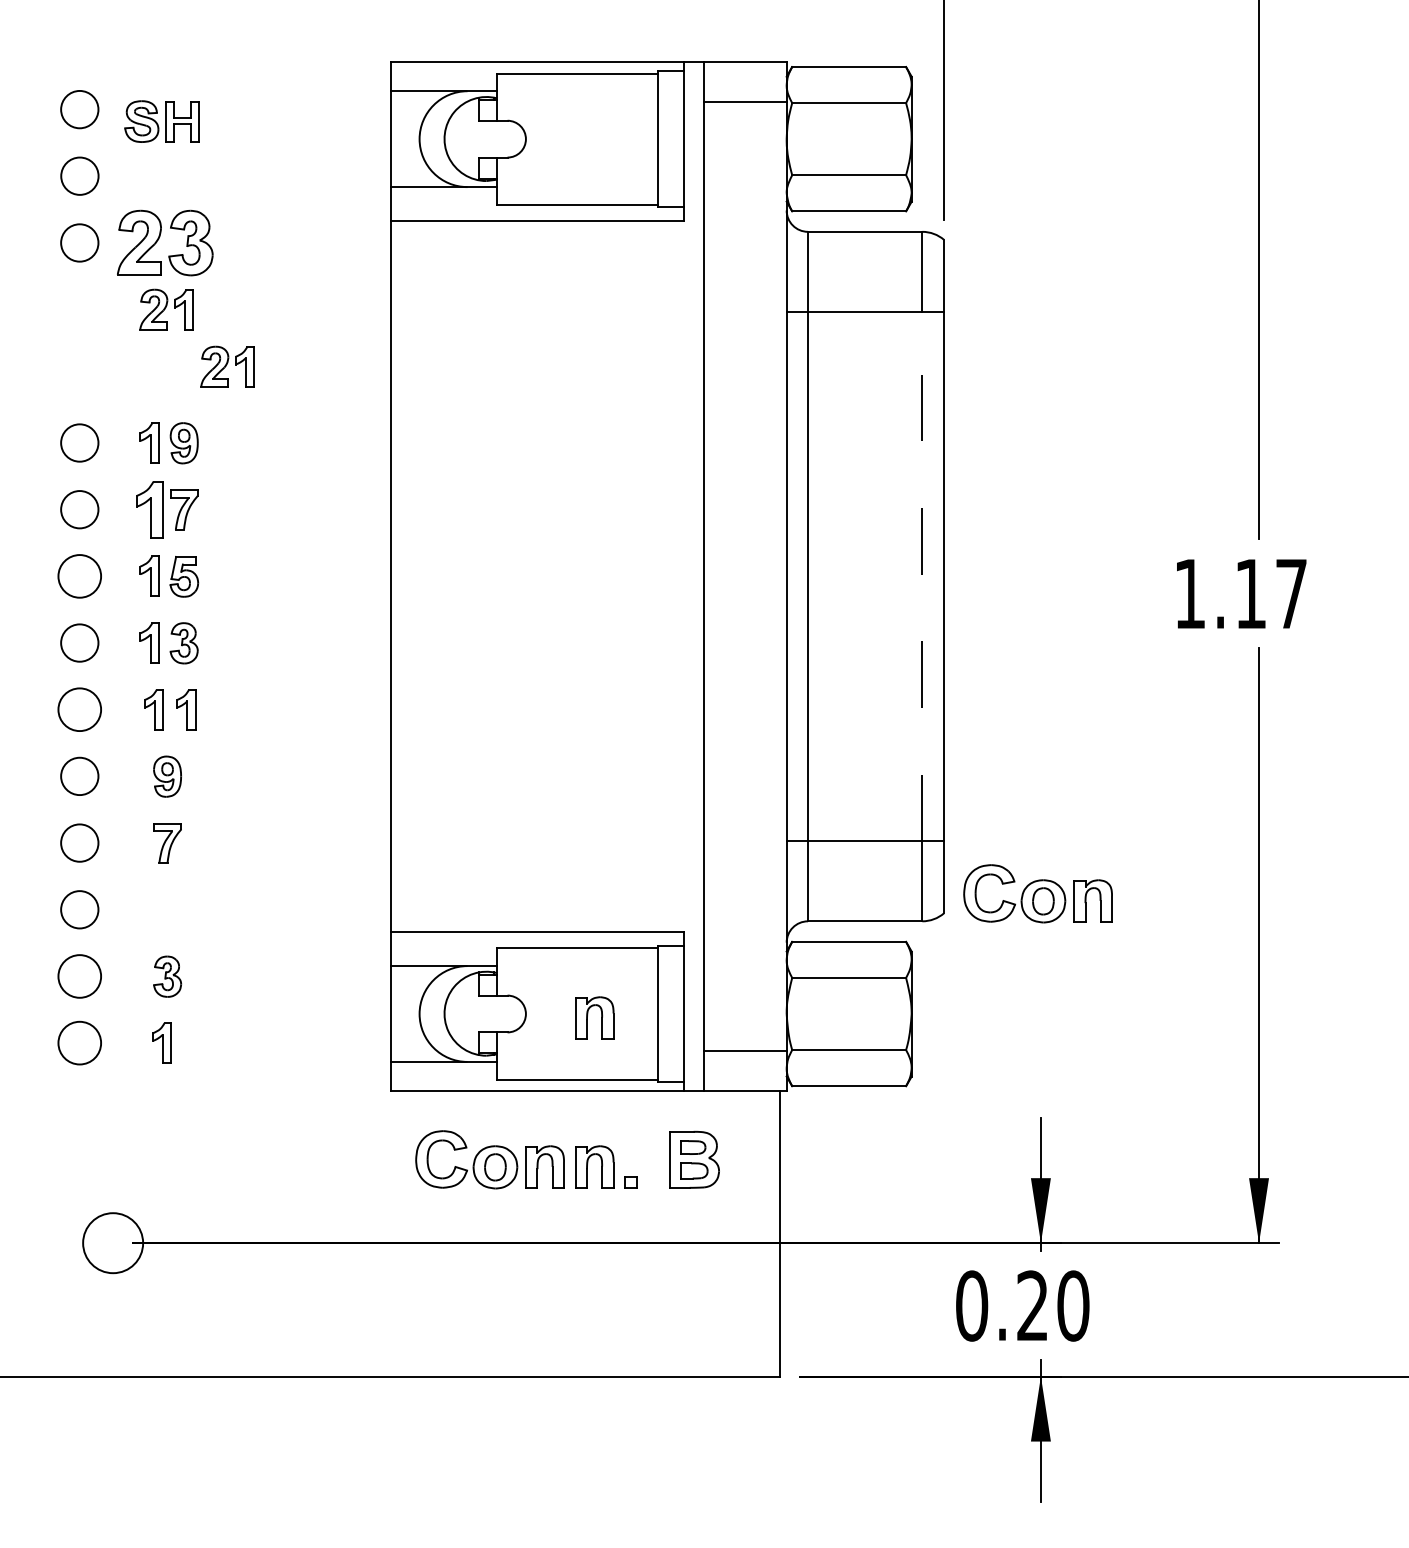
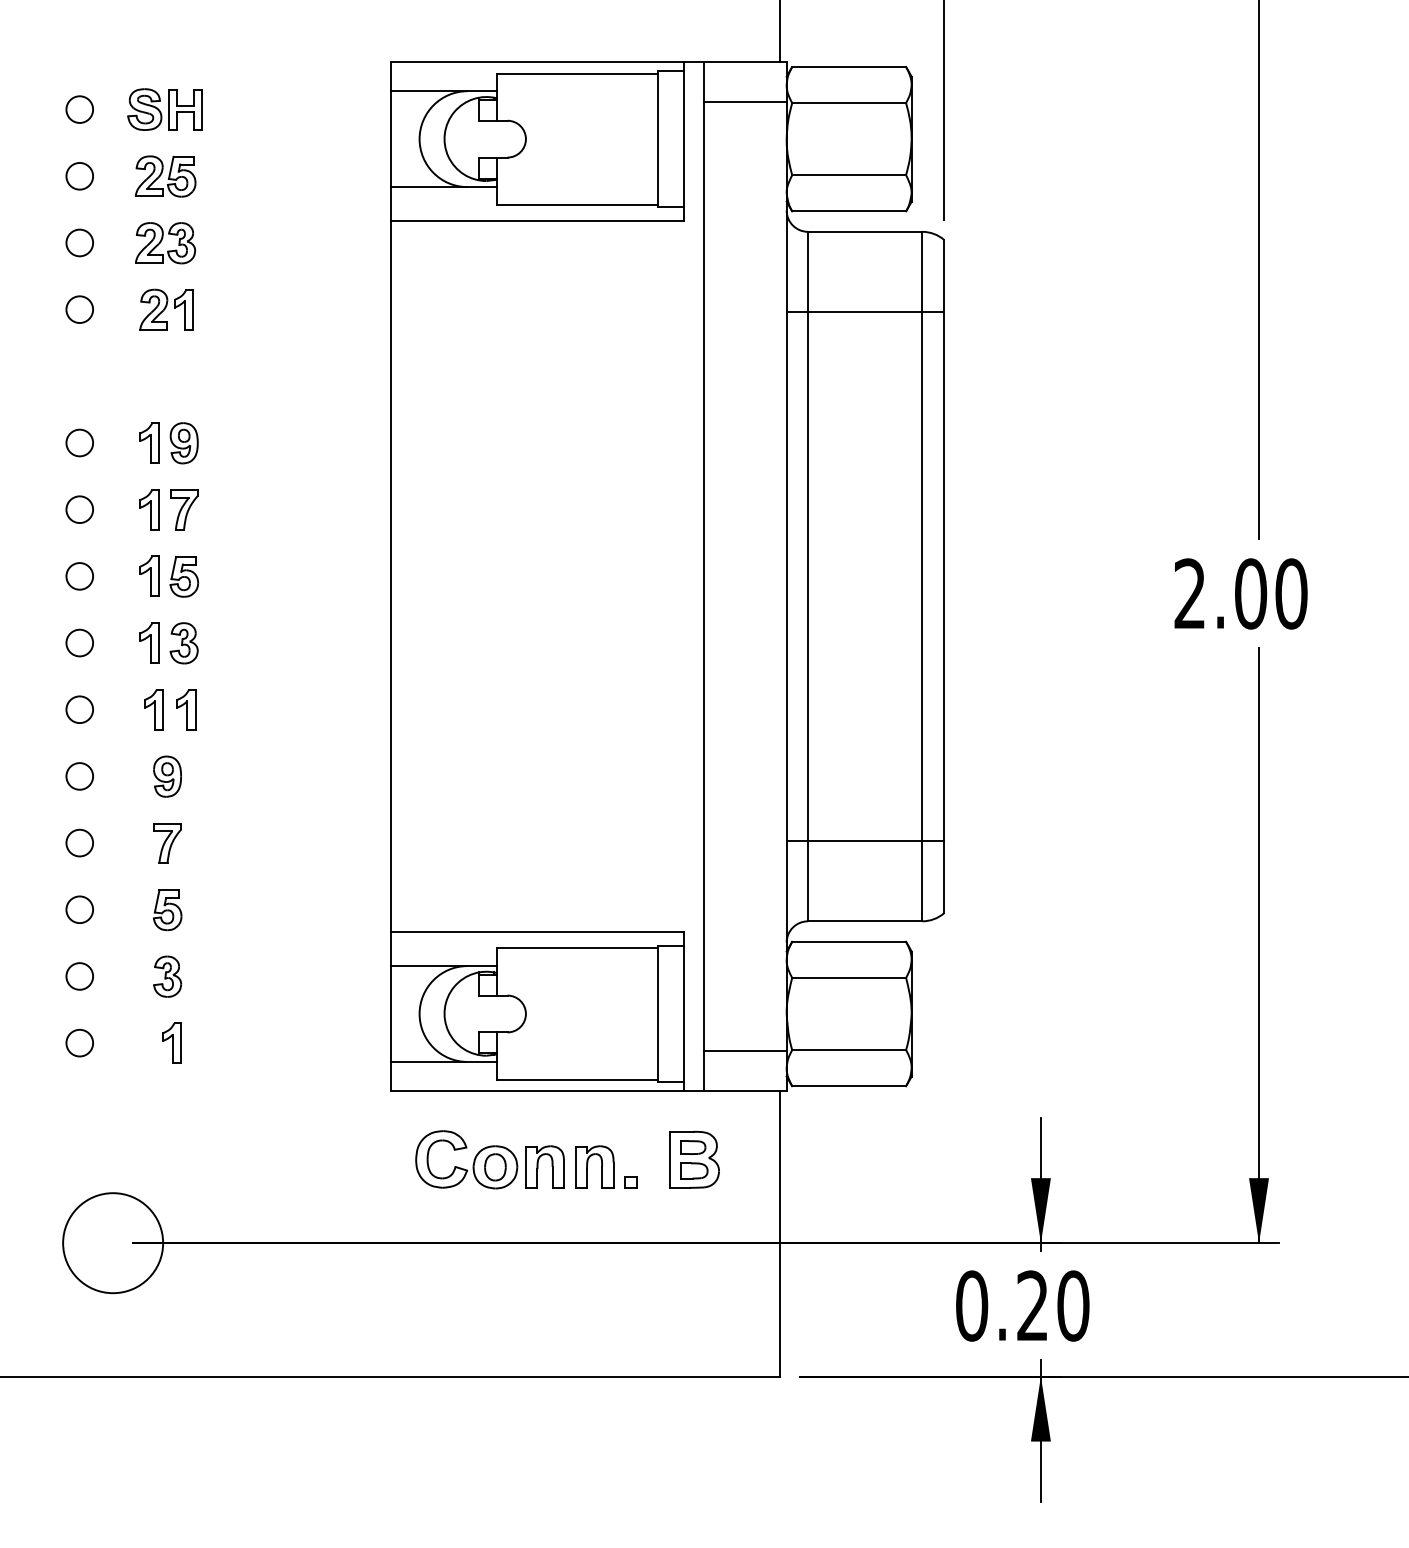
line at (779, 32): none -> present
circle at (79, 109) diameter: 37 px -> 27 px
part at (161, 121) position: (161, 121) -> (164, 109)
circle at (79, 175) size: 40x40 px -> 29x29 px
part at (165, 176): none -> present
circle at (79, 242) diameter: 37 px -> 27 px
part at (165, 242) size: 97x68 px -> 62x43 px
circle at (79, 309): none -> present
part at (227, 366): present -> none
circle at (79, 442) diameter: 37 px -> 27 px
circle at (79, 509) diameter: 37 px -> 27 px
part at (149, 509) size: 28x58 px -> 21x42 px
circle at (79, 576) diameter: 43 px -> 27 px
line at (922, 576): dashed -> solid
text at (1240, 593): 1.17 -> 2.00
circle at (79, 642) diameter: 37 px -> 27 px
circle at (79, 709) diameter: 43 px -> 27 px
circle at (79, 776) diameter: 37 px -> 27 px
circle at (79, 842) diameter: 37 px -> 27 px
part at (1037, 893): present -> none
circle at (79, 909) diameter: 37 px -> 27 px
part at (167, 910): none -> present
circle at (79, 976) diameter: 43 px -> 27 px
part at (588, 1014): present -> none
circle at (79, 1042) diameter: 43 px -> 27 px
part at (161, 1042) position: (161, 1042) -> (171, 1042)
circle at (113, 1243) diameter: 60 px -> 100 px
